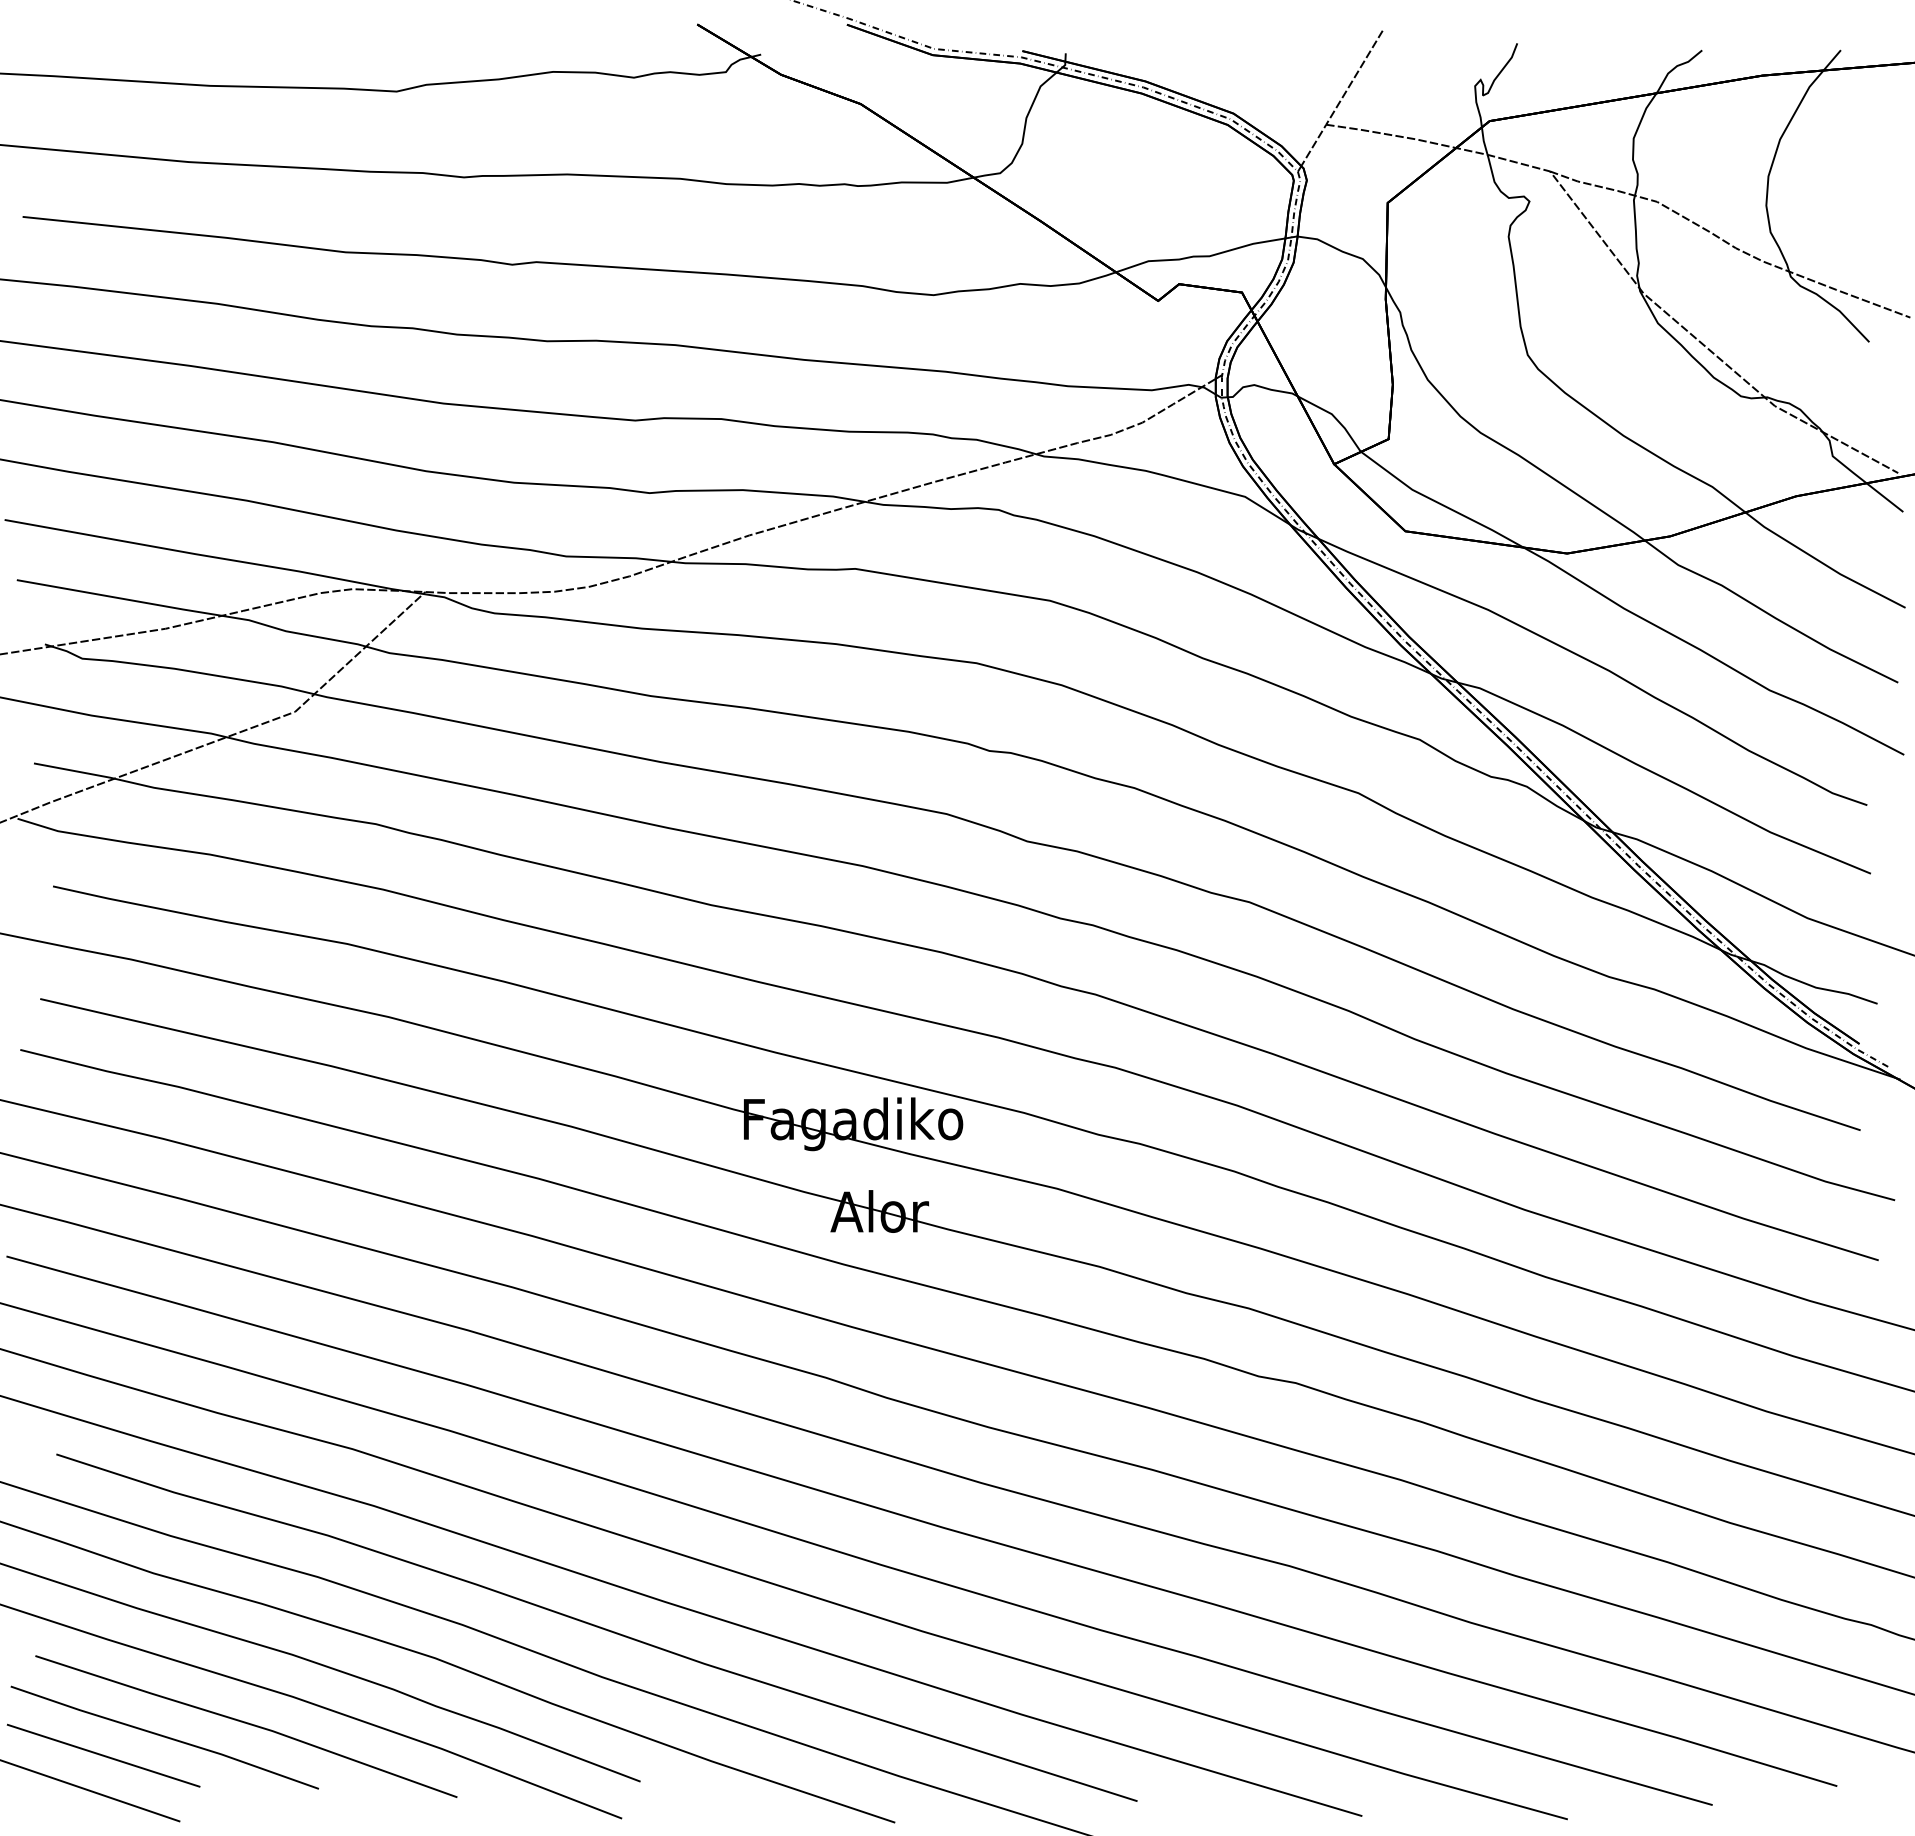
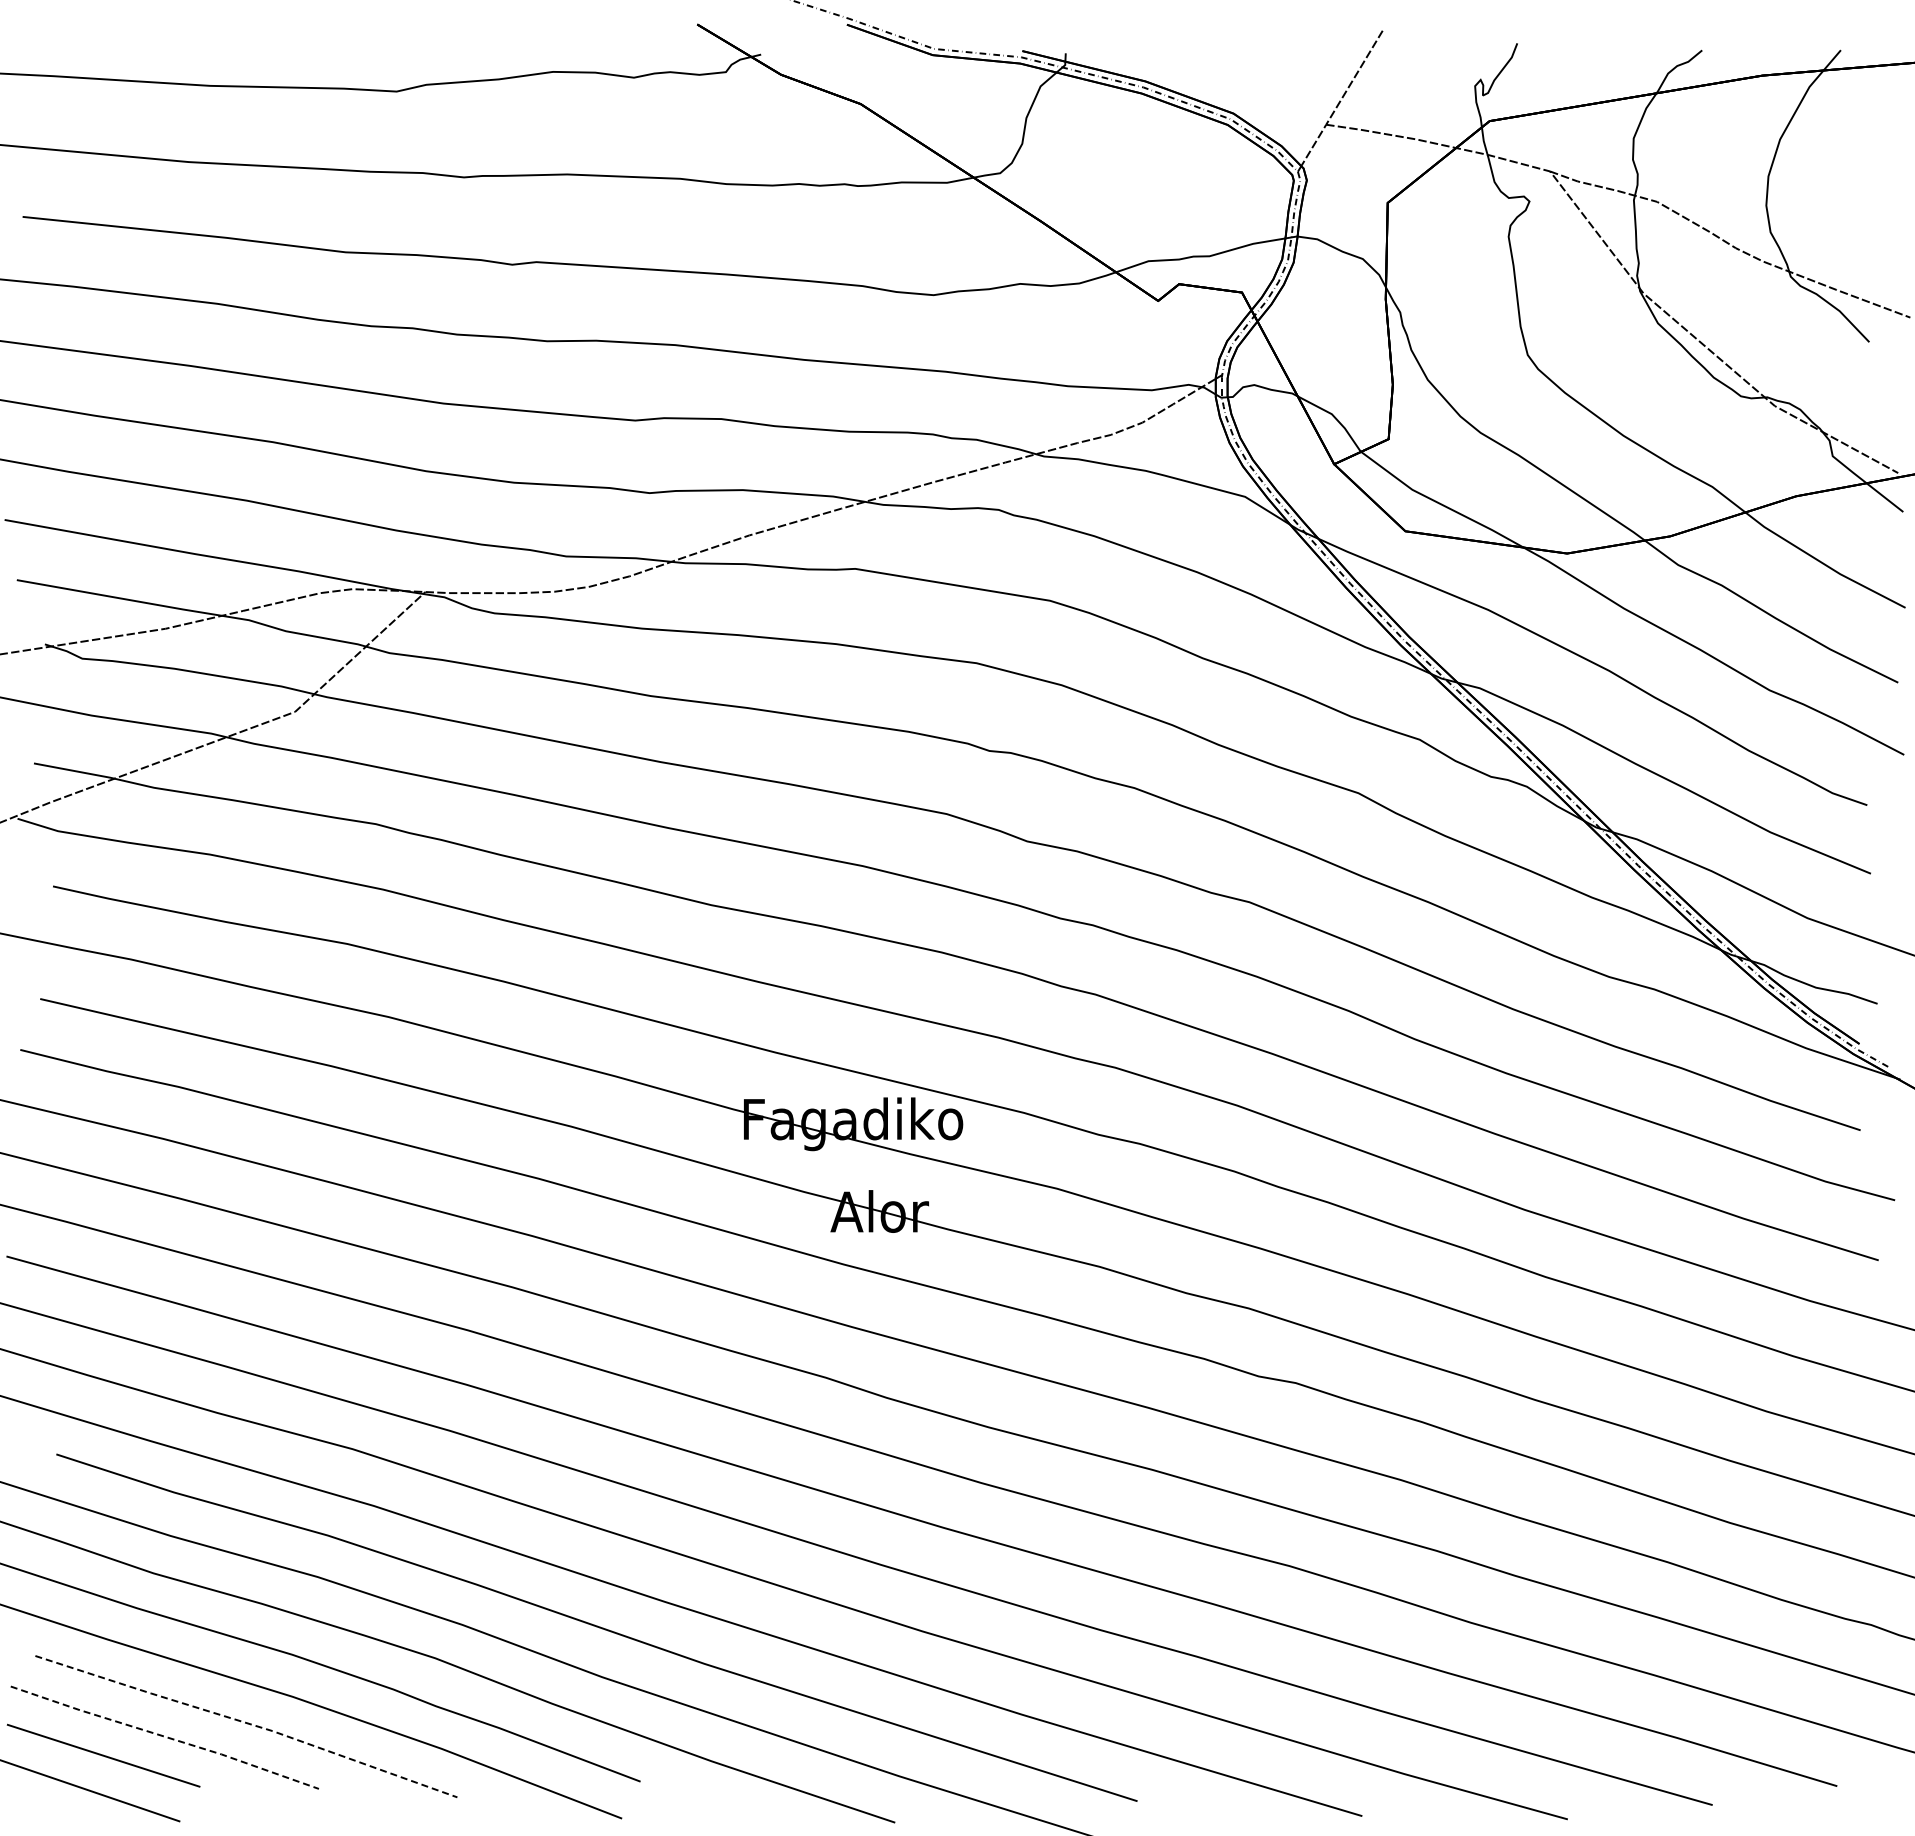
line at (247, 1723): solid -> dashed
line at (165, 1736): solid -> dashed
